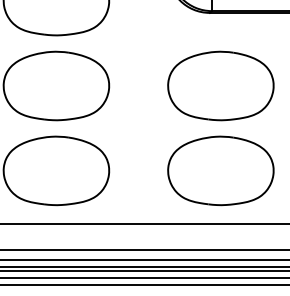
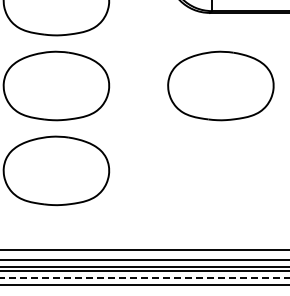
part at (220, 170): present -> none
line at (144, 224): present -> none
line at (144, 278): solid -> dashed
